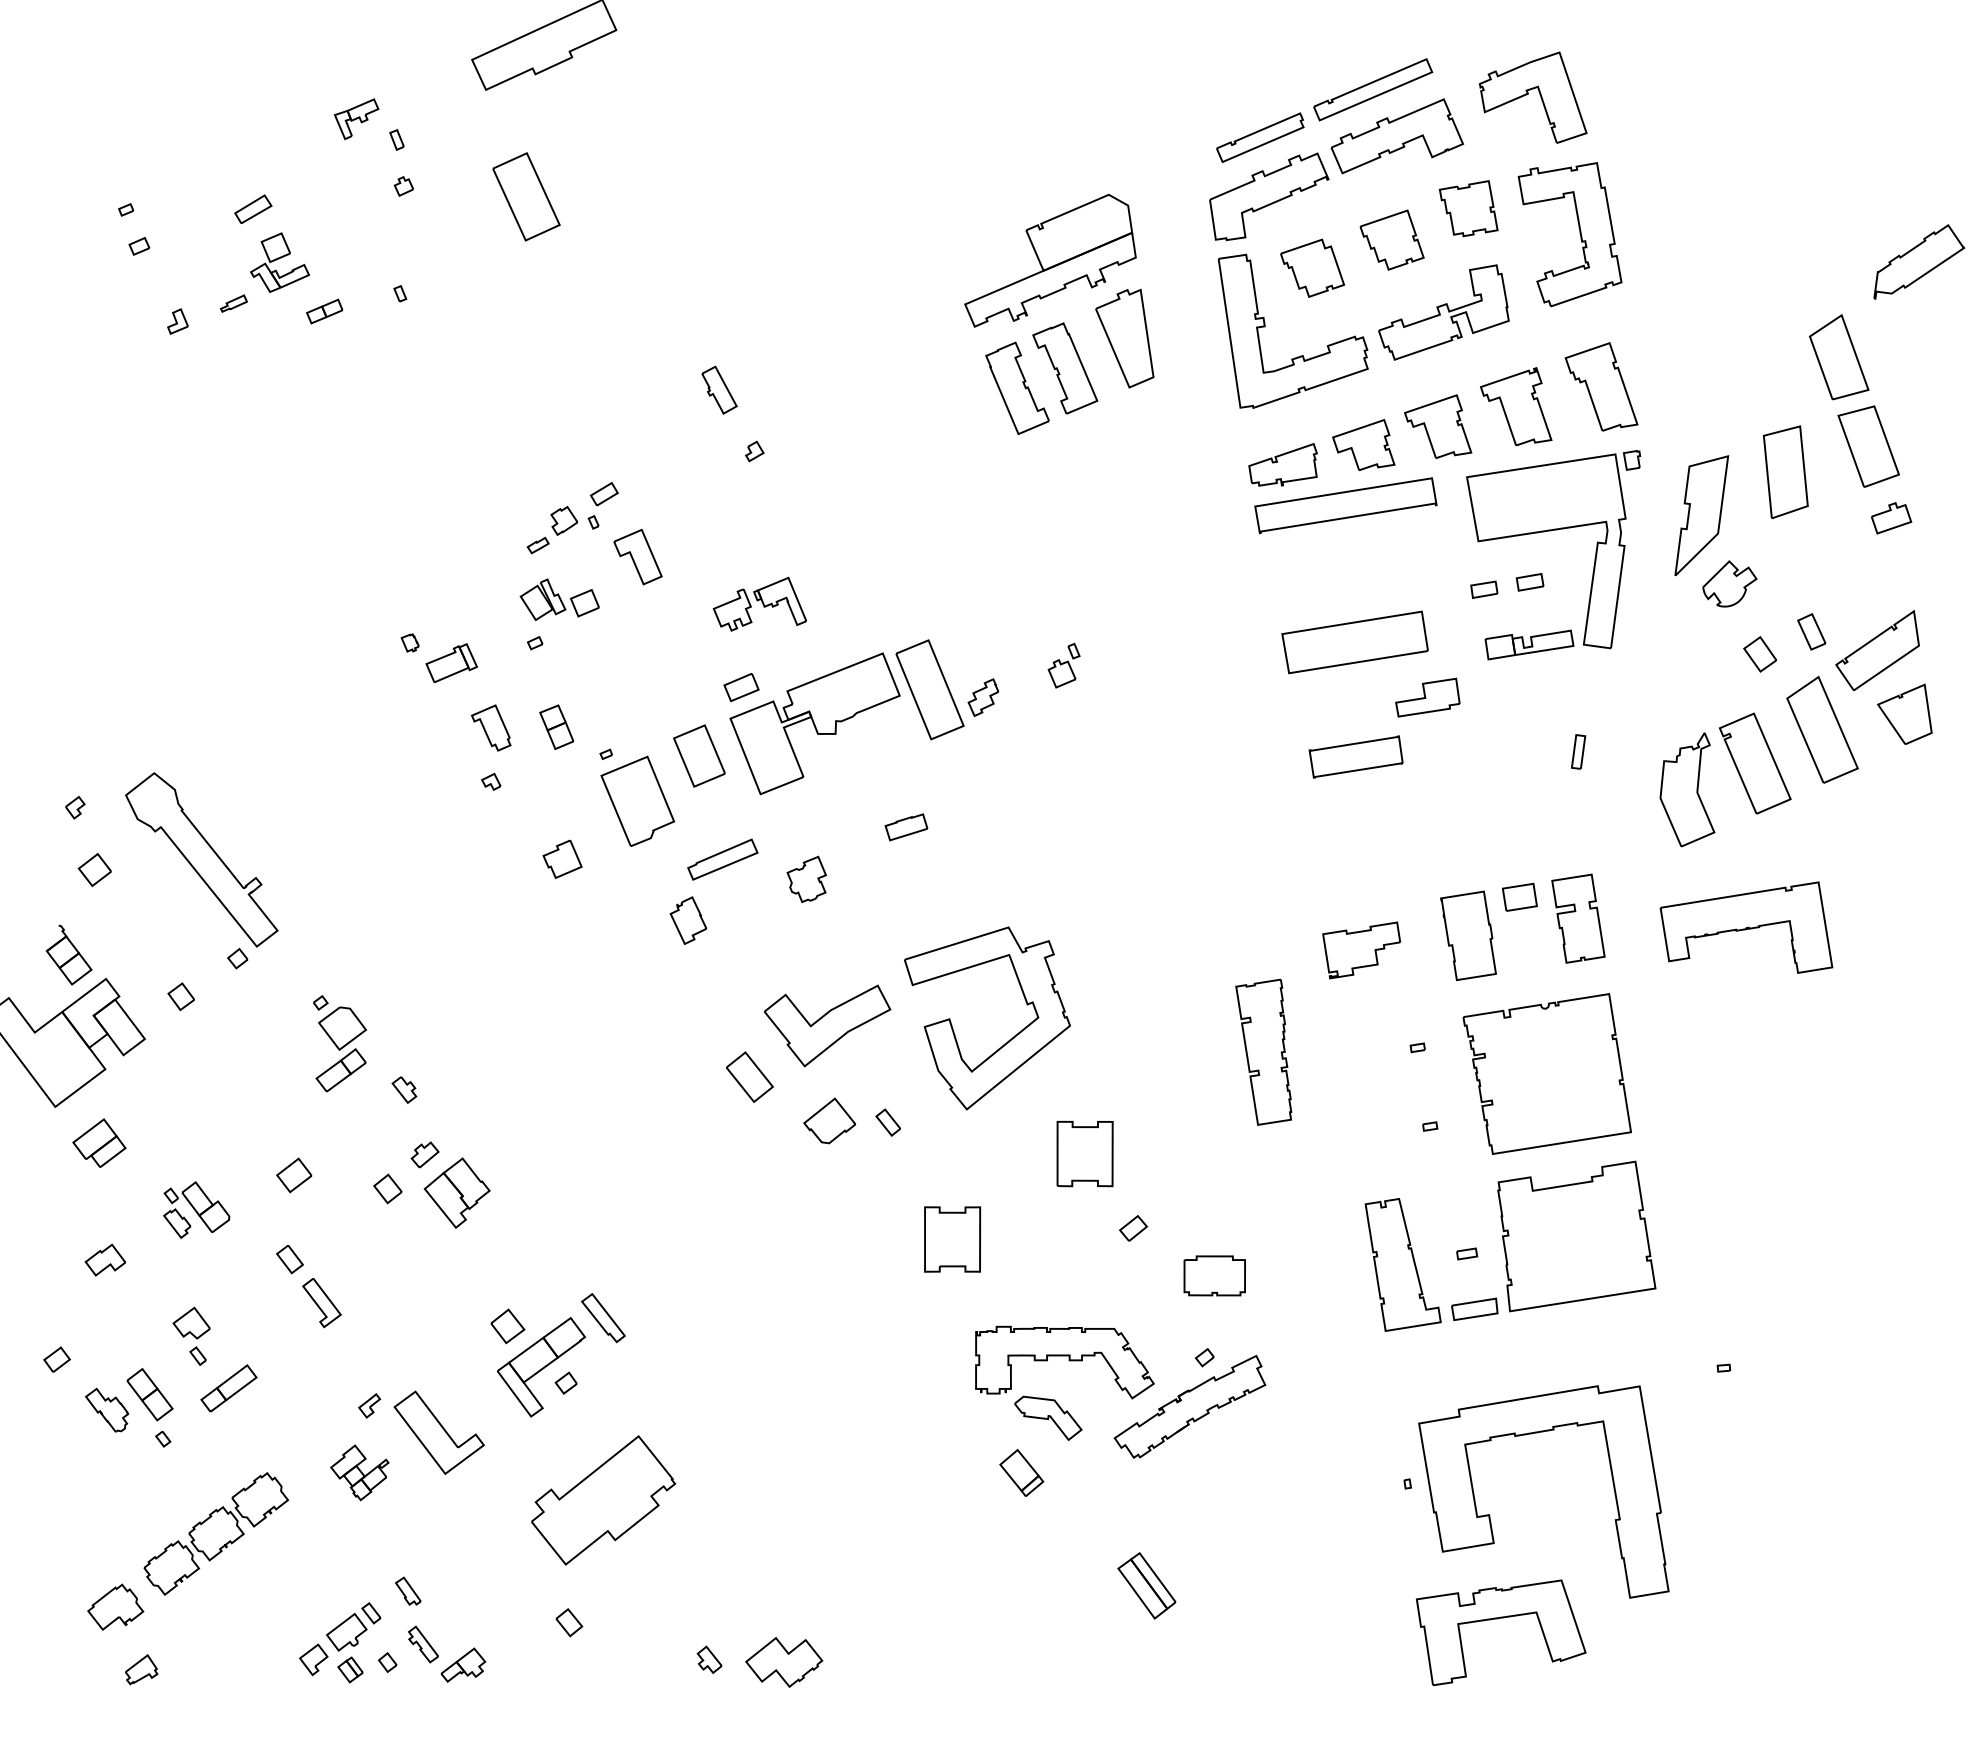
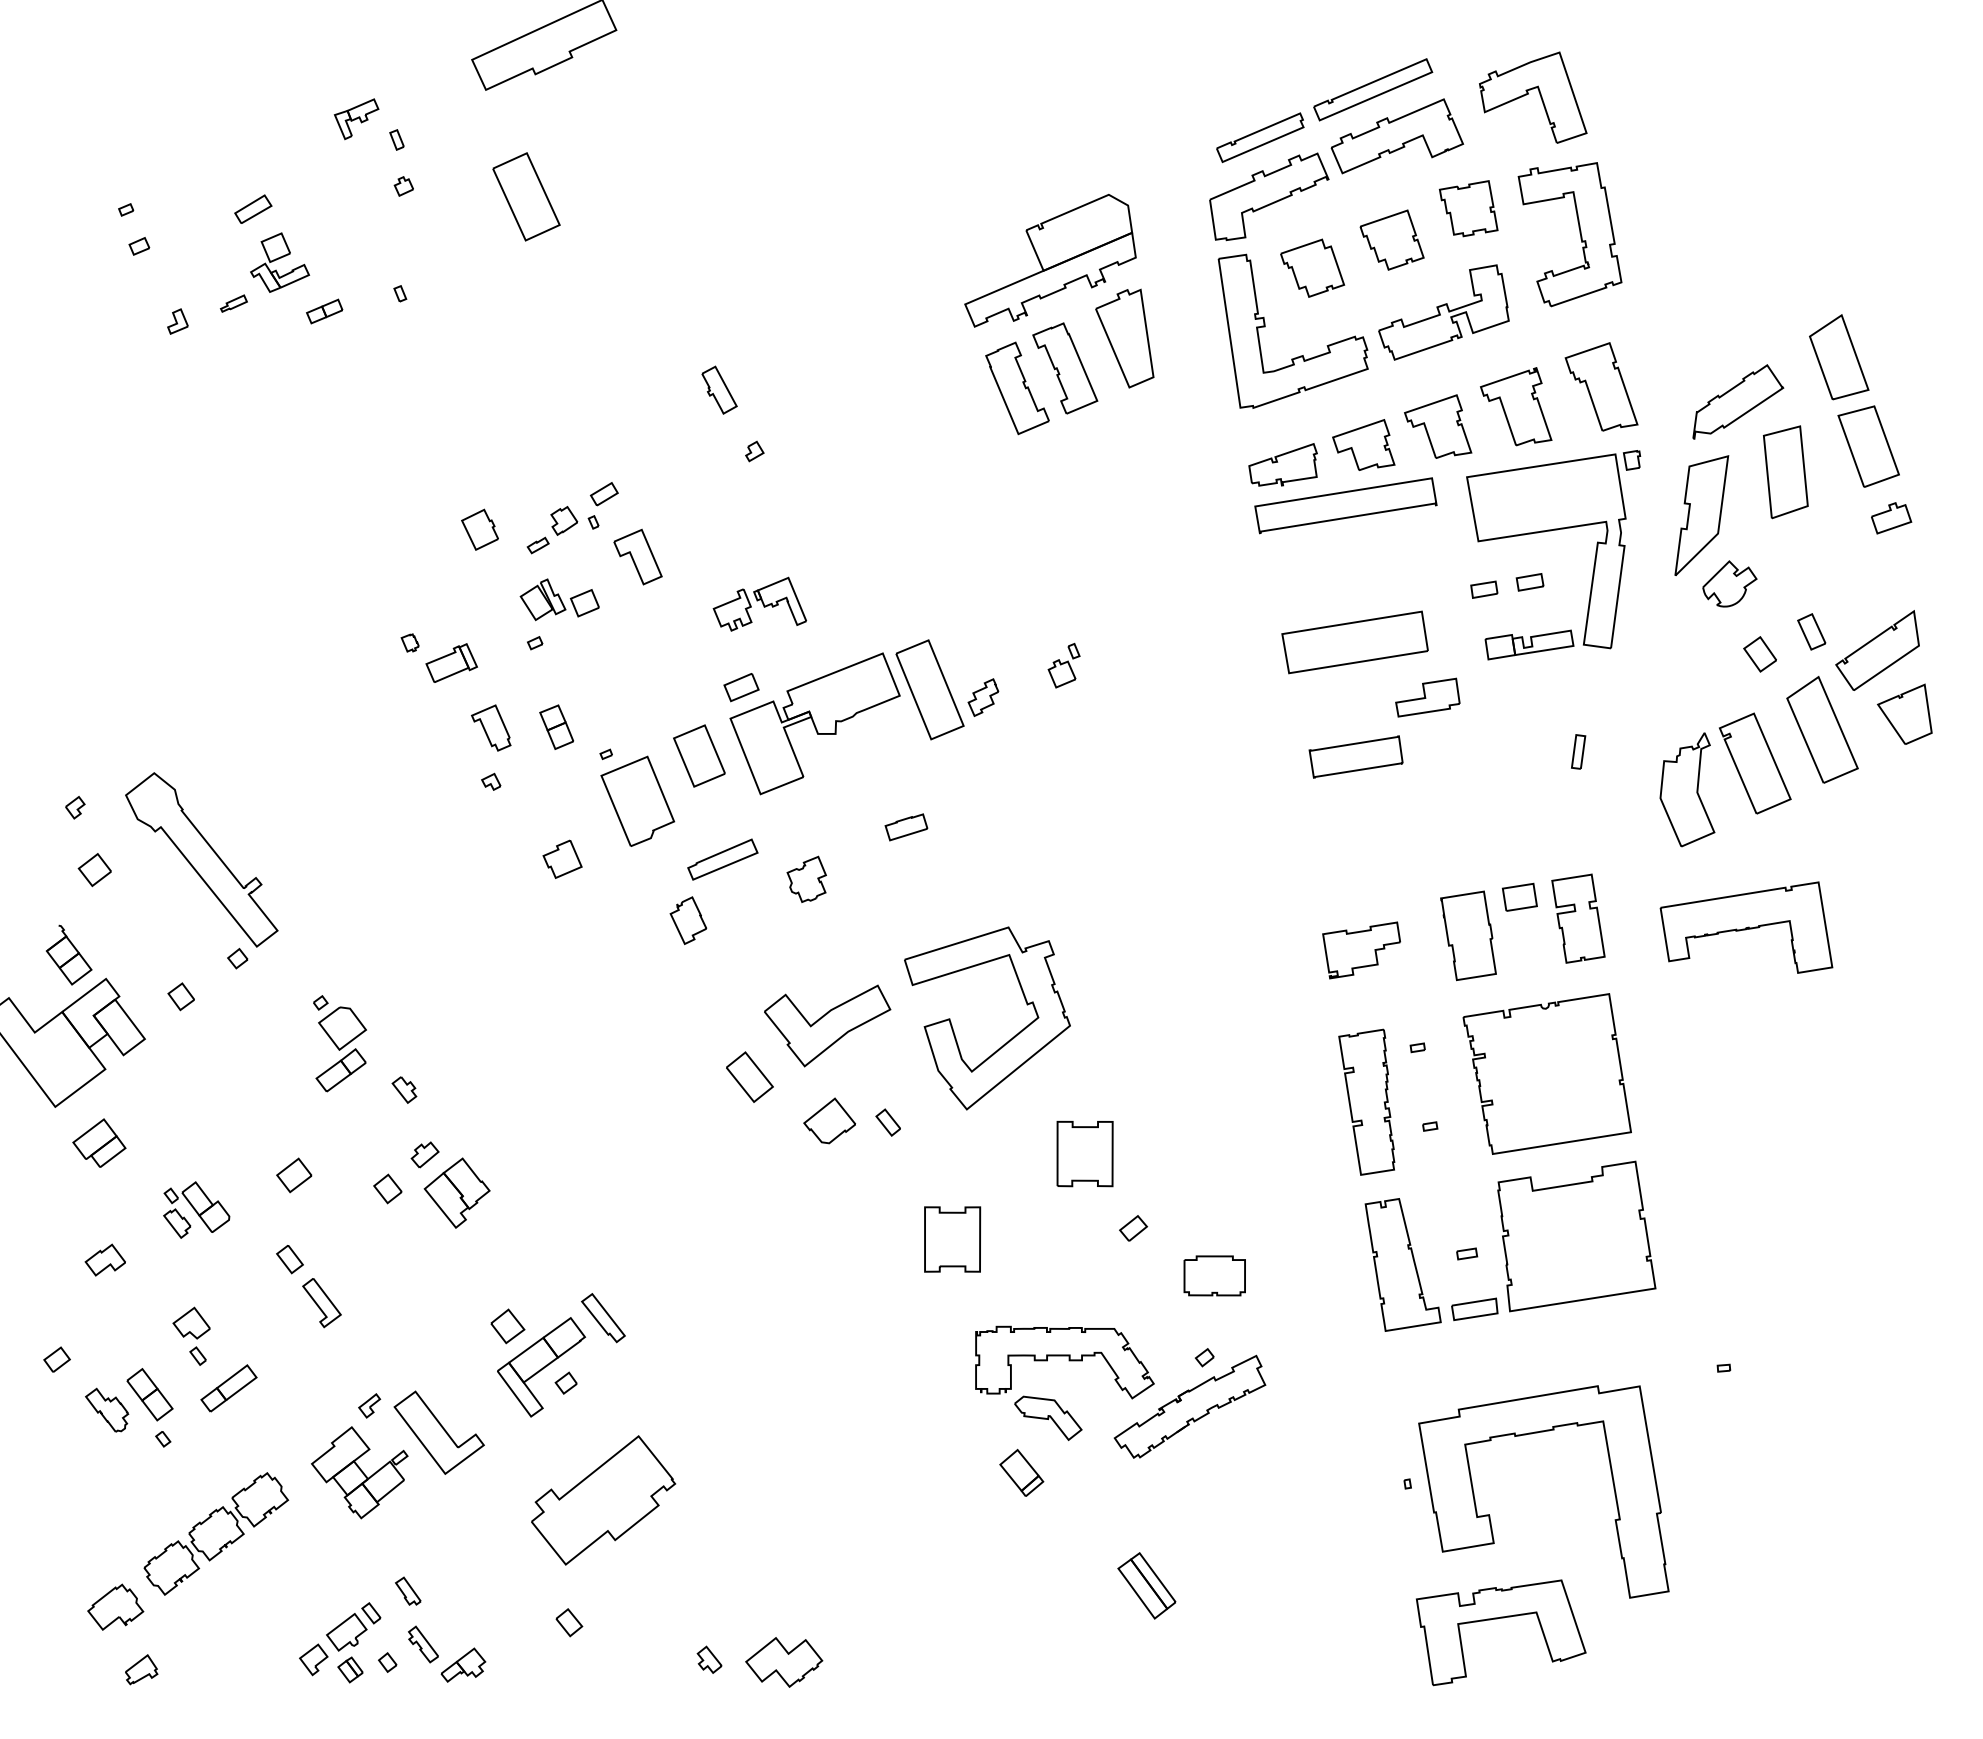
part at (1919, 261) position: (1919, 261) -> (1738, 401)
part at (479, 529): none -> present
part at (1263, 1051) position: (1263, 1051) -> (1366, 1101)
part at (359, 1472) size: 60x58 px -> 98x94 px
